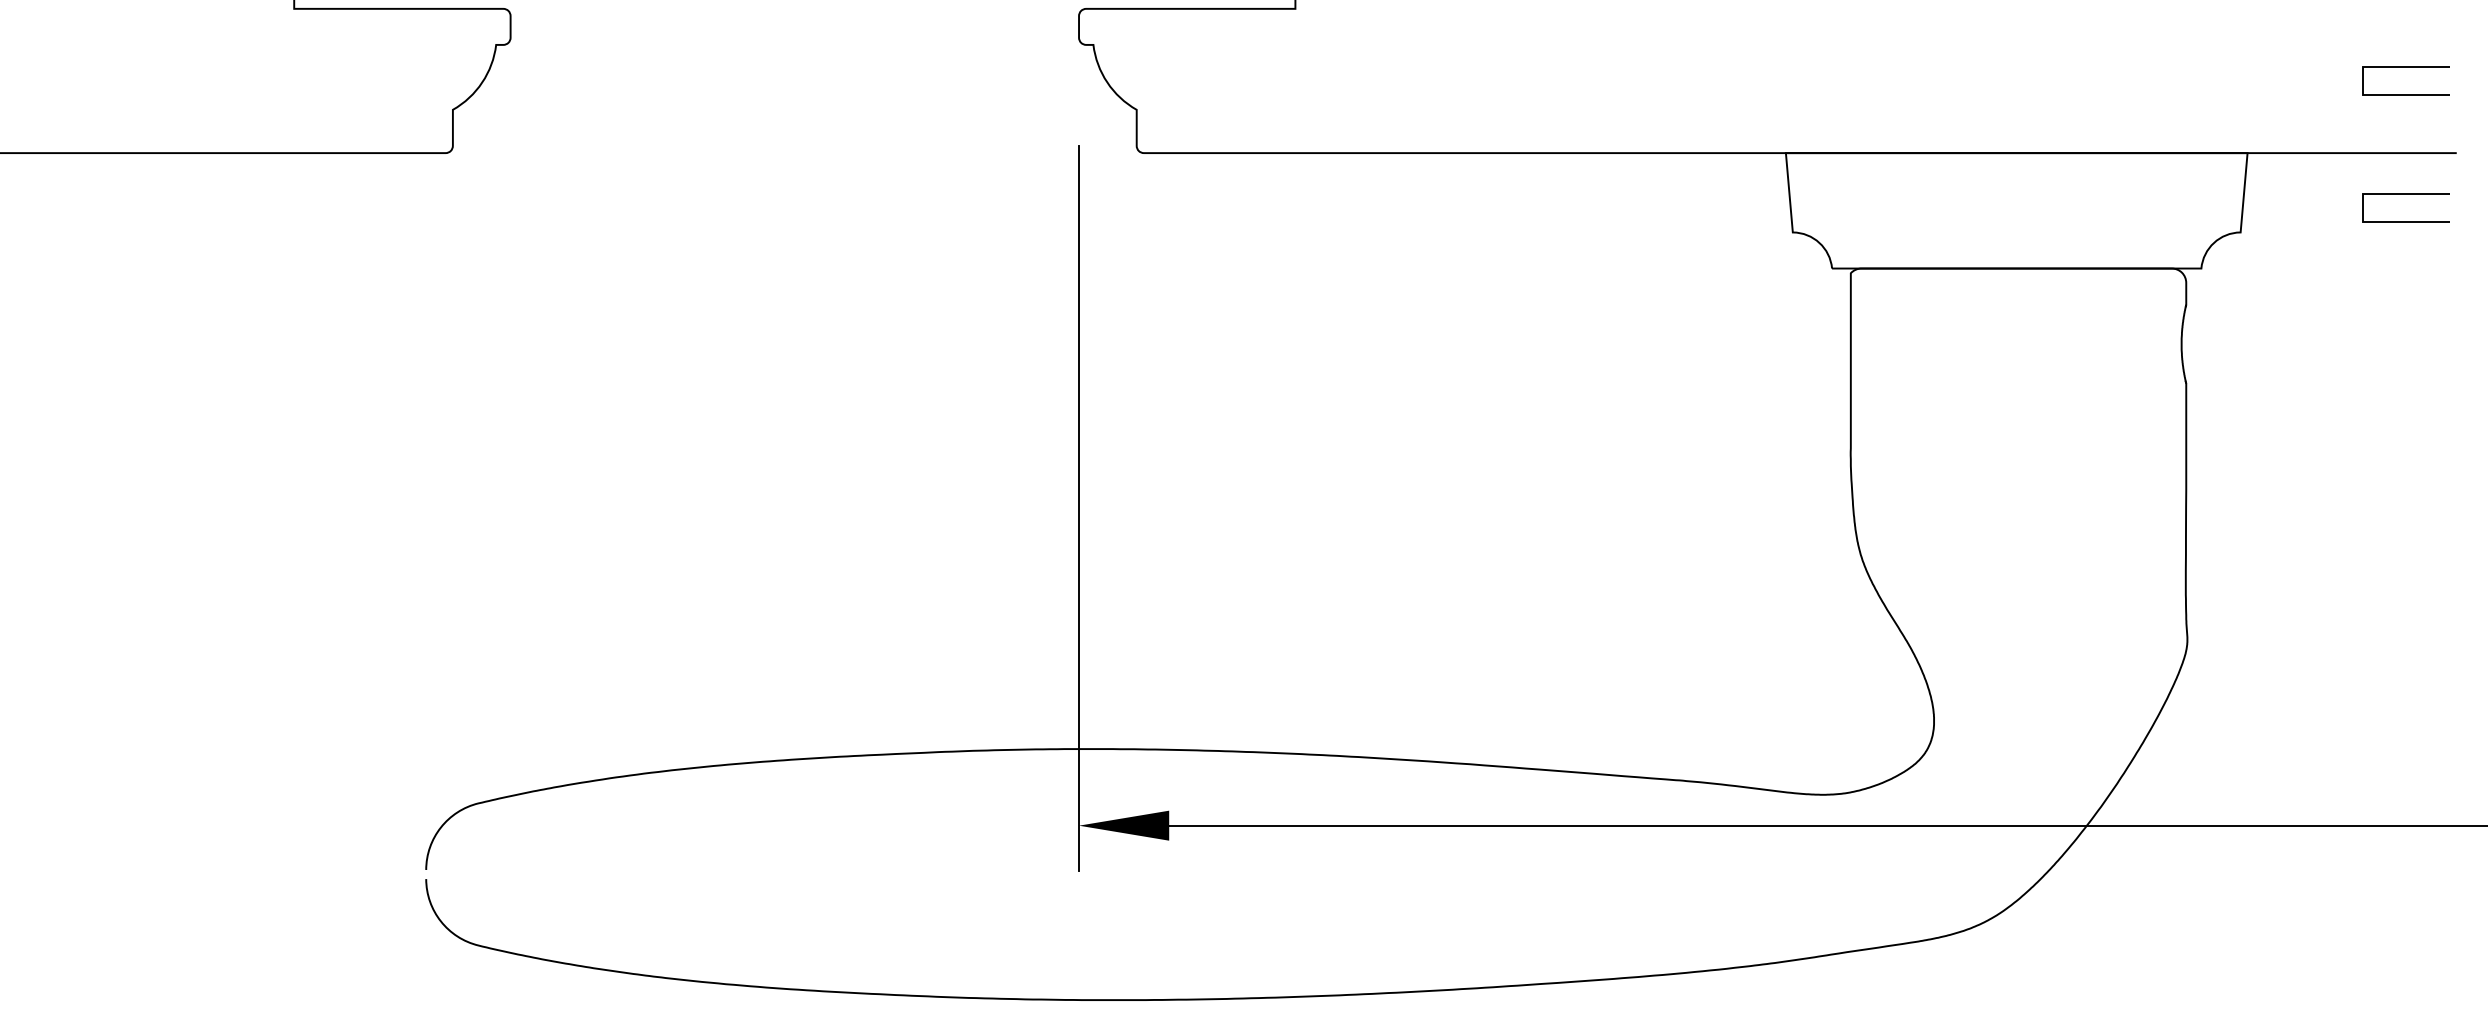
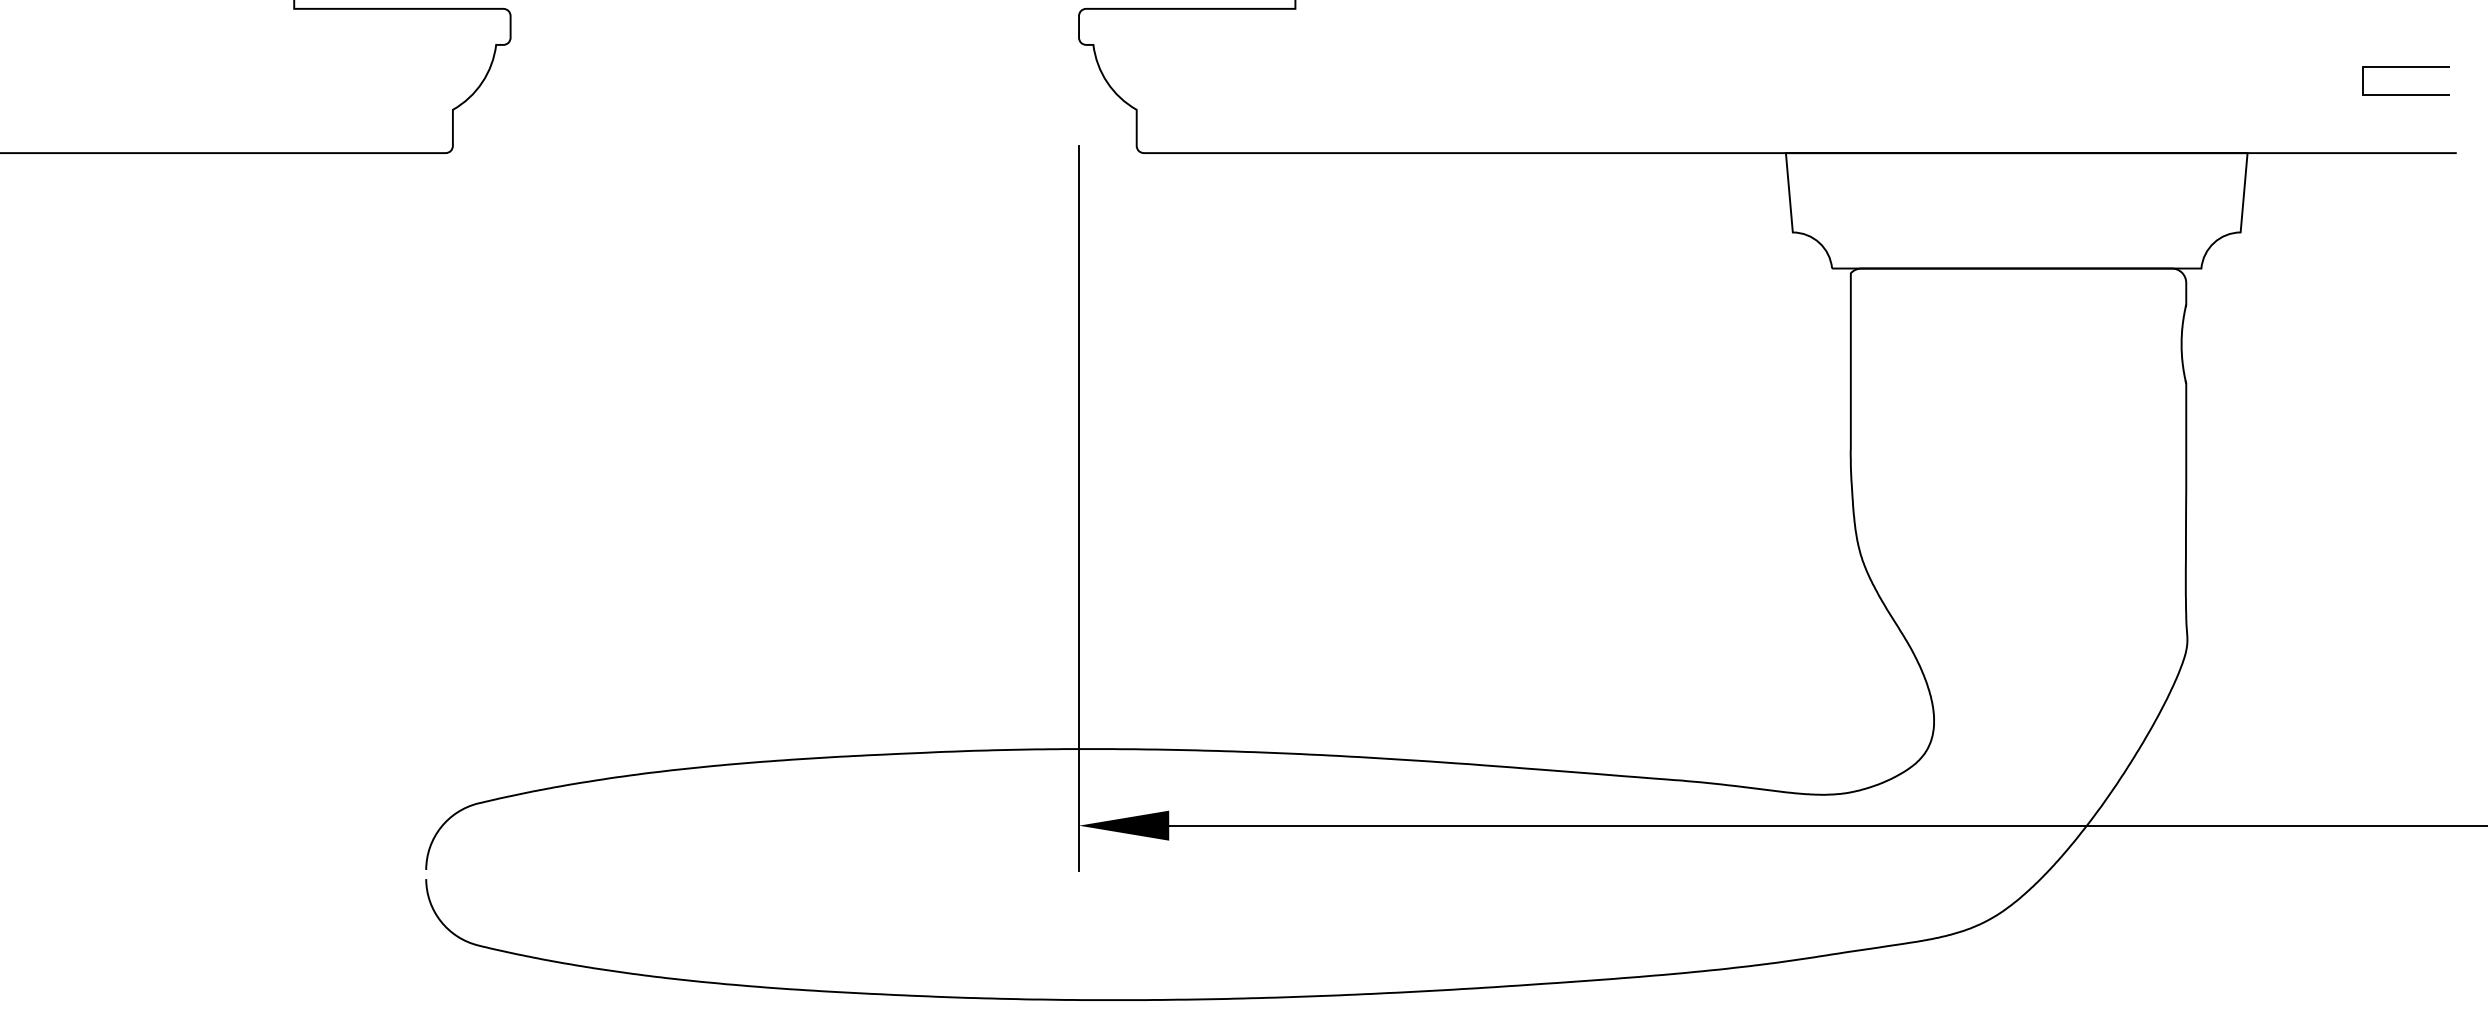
line at (2405, 194): present -> none
